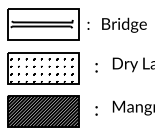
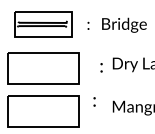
part at (43, 24) size: 73x33 px -> 59x27 px
text at (96, 67) position: (96, 67) -> (101, 67)
hatch at (41, 70): present -> none
hatch at (42, 110): present -> none
text at (96, 110) position: (96, 110) -> (94, 101)
